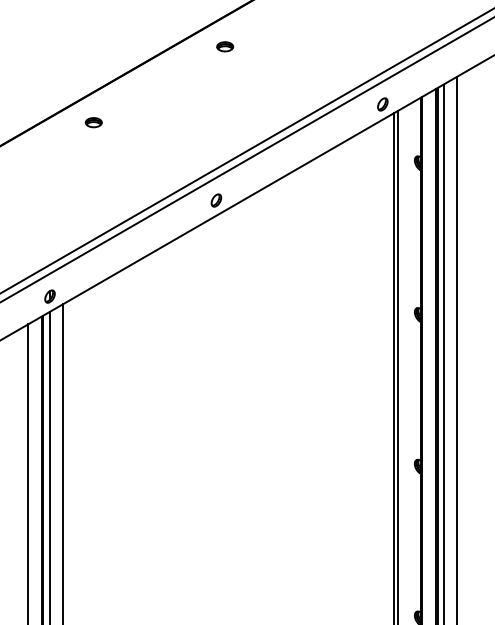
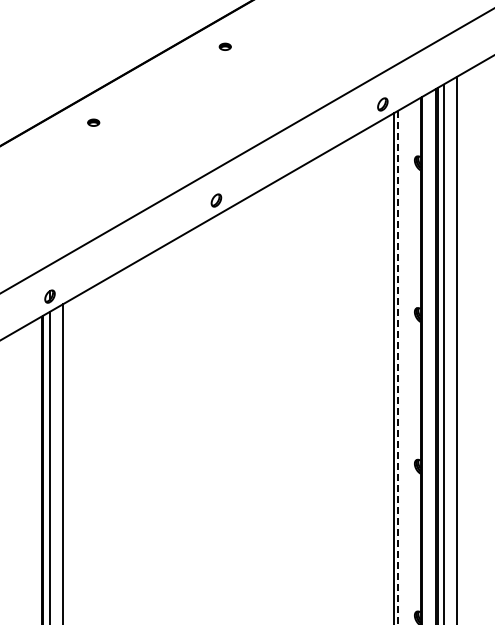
part at (225, 46) size: 19x12 px -> 14x9 px
part at (93, 122) size: 19x12 px -> 14x9 px
line at (246, 159): present -> none
line at (398, 367): solid -> dashed
line at (28, 472): present -> none
